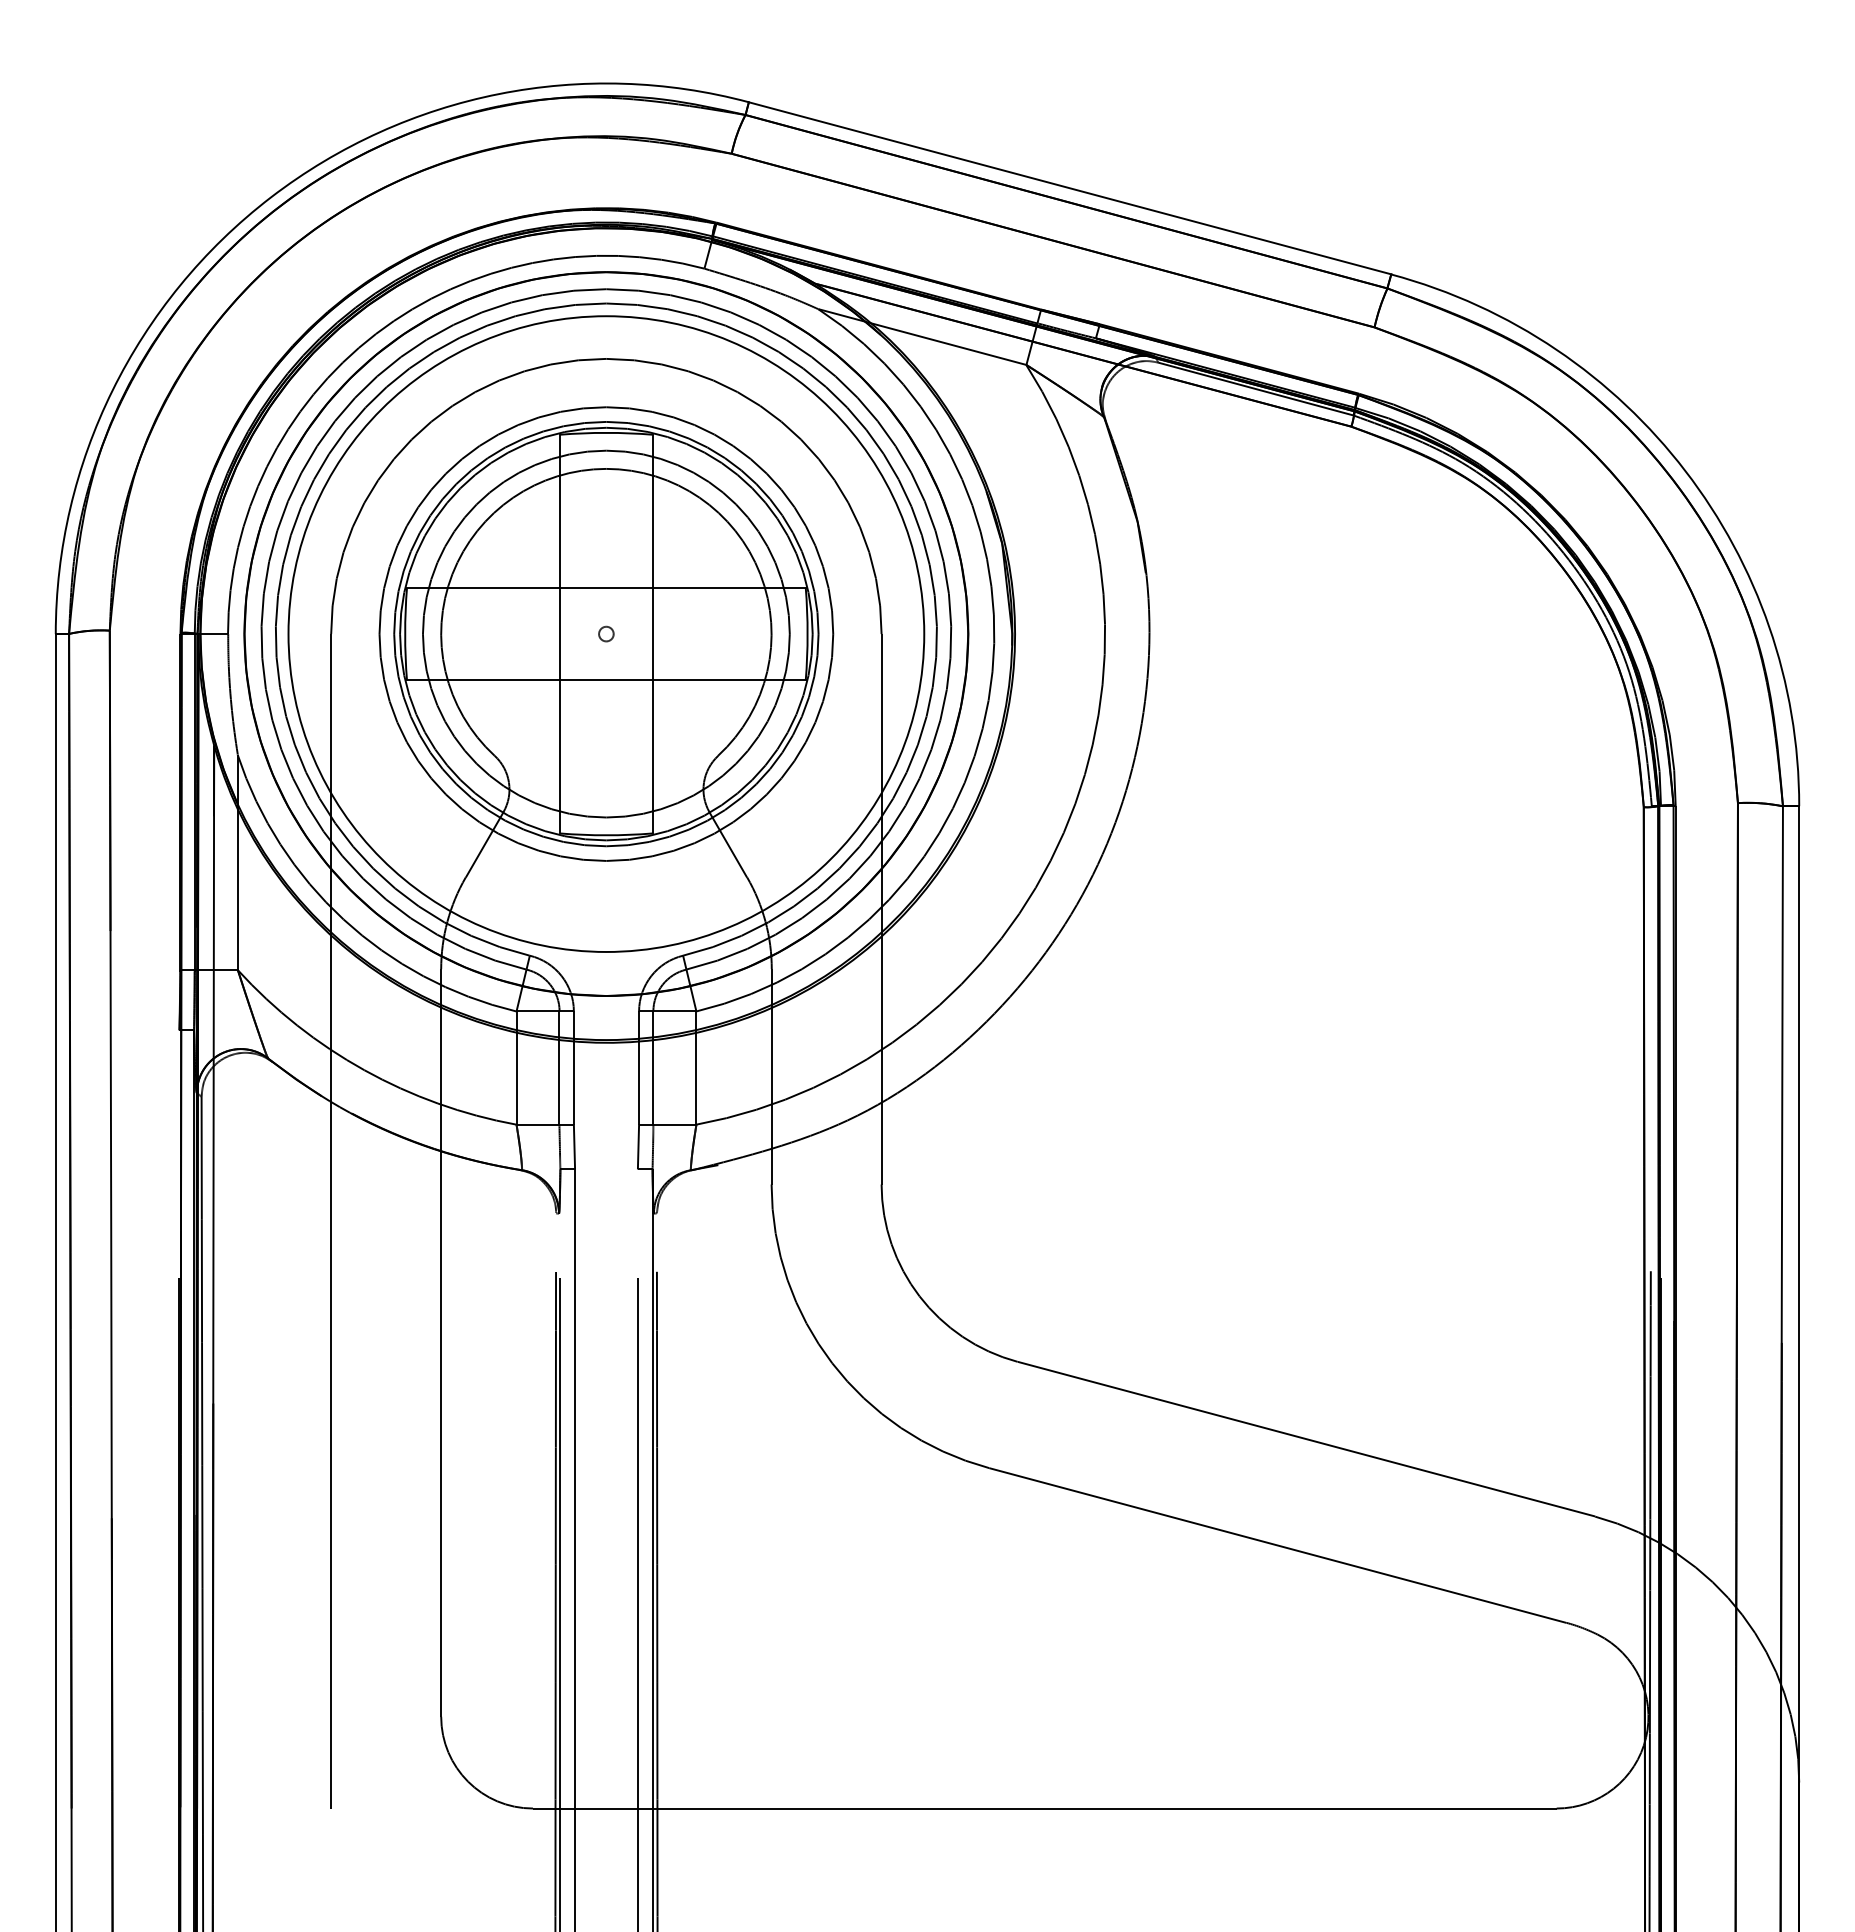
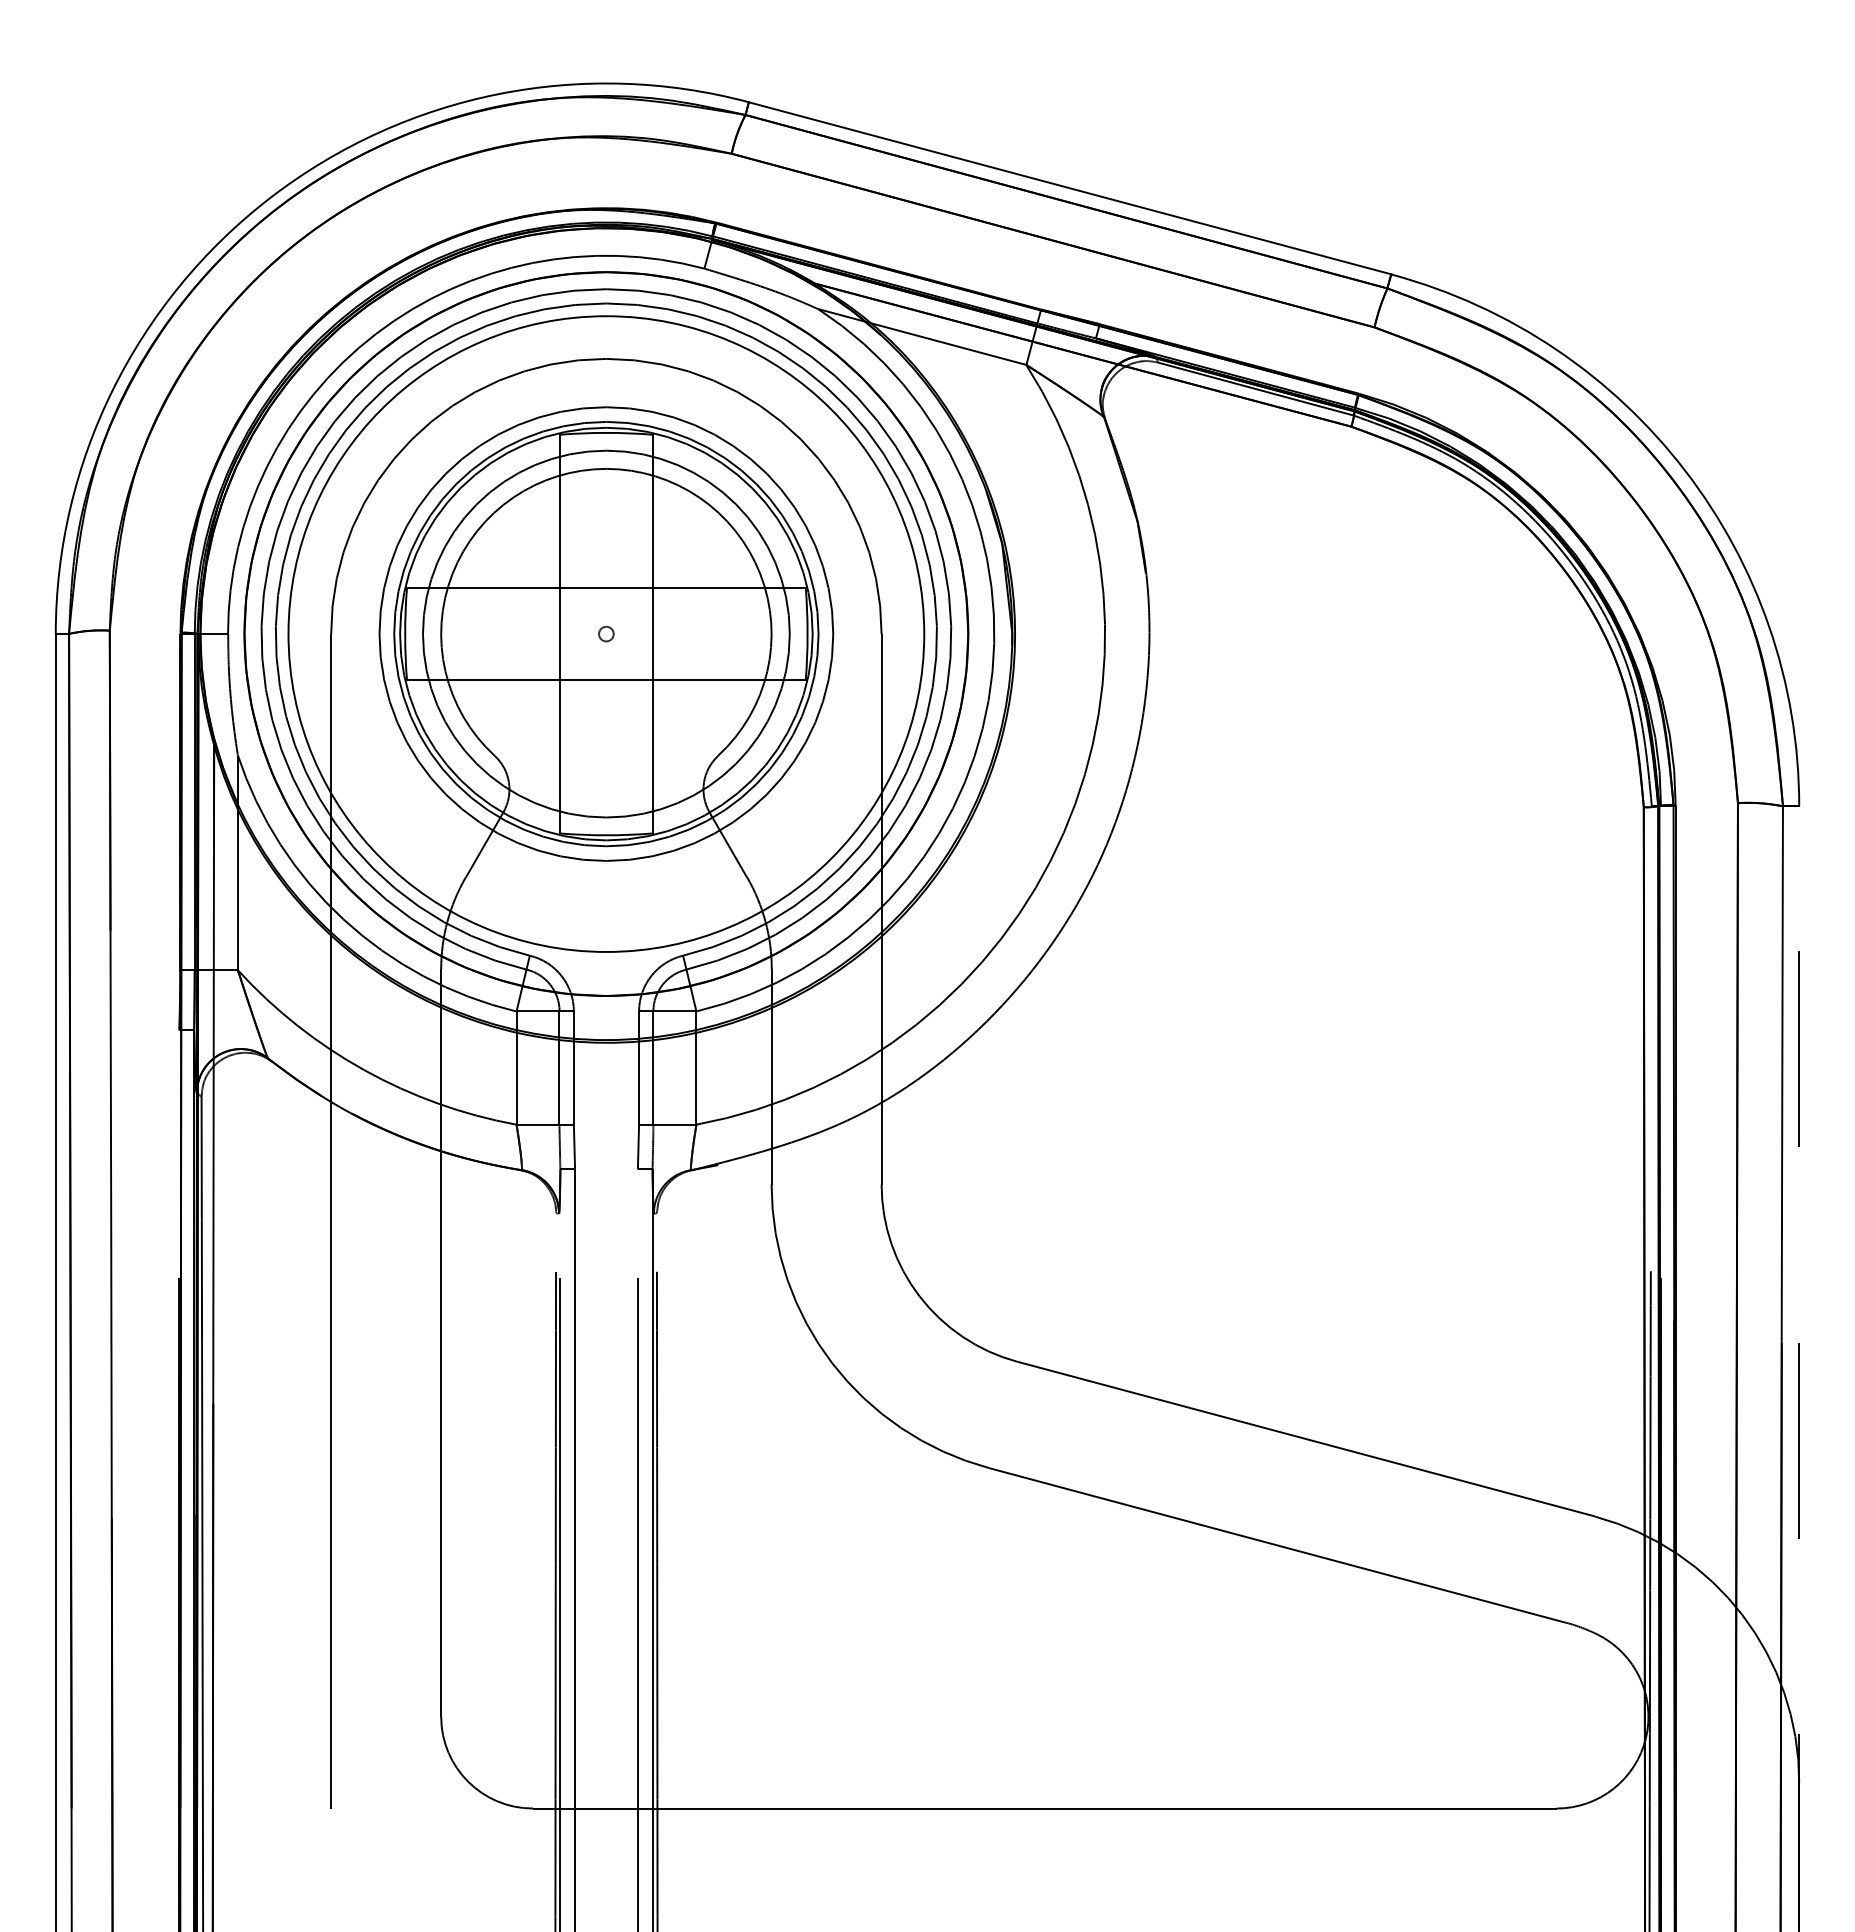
line at (1799, 1368): solid -> dashed
